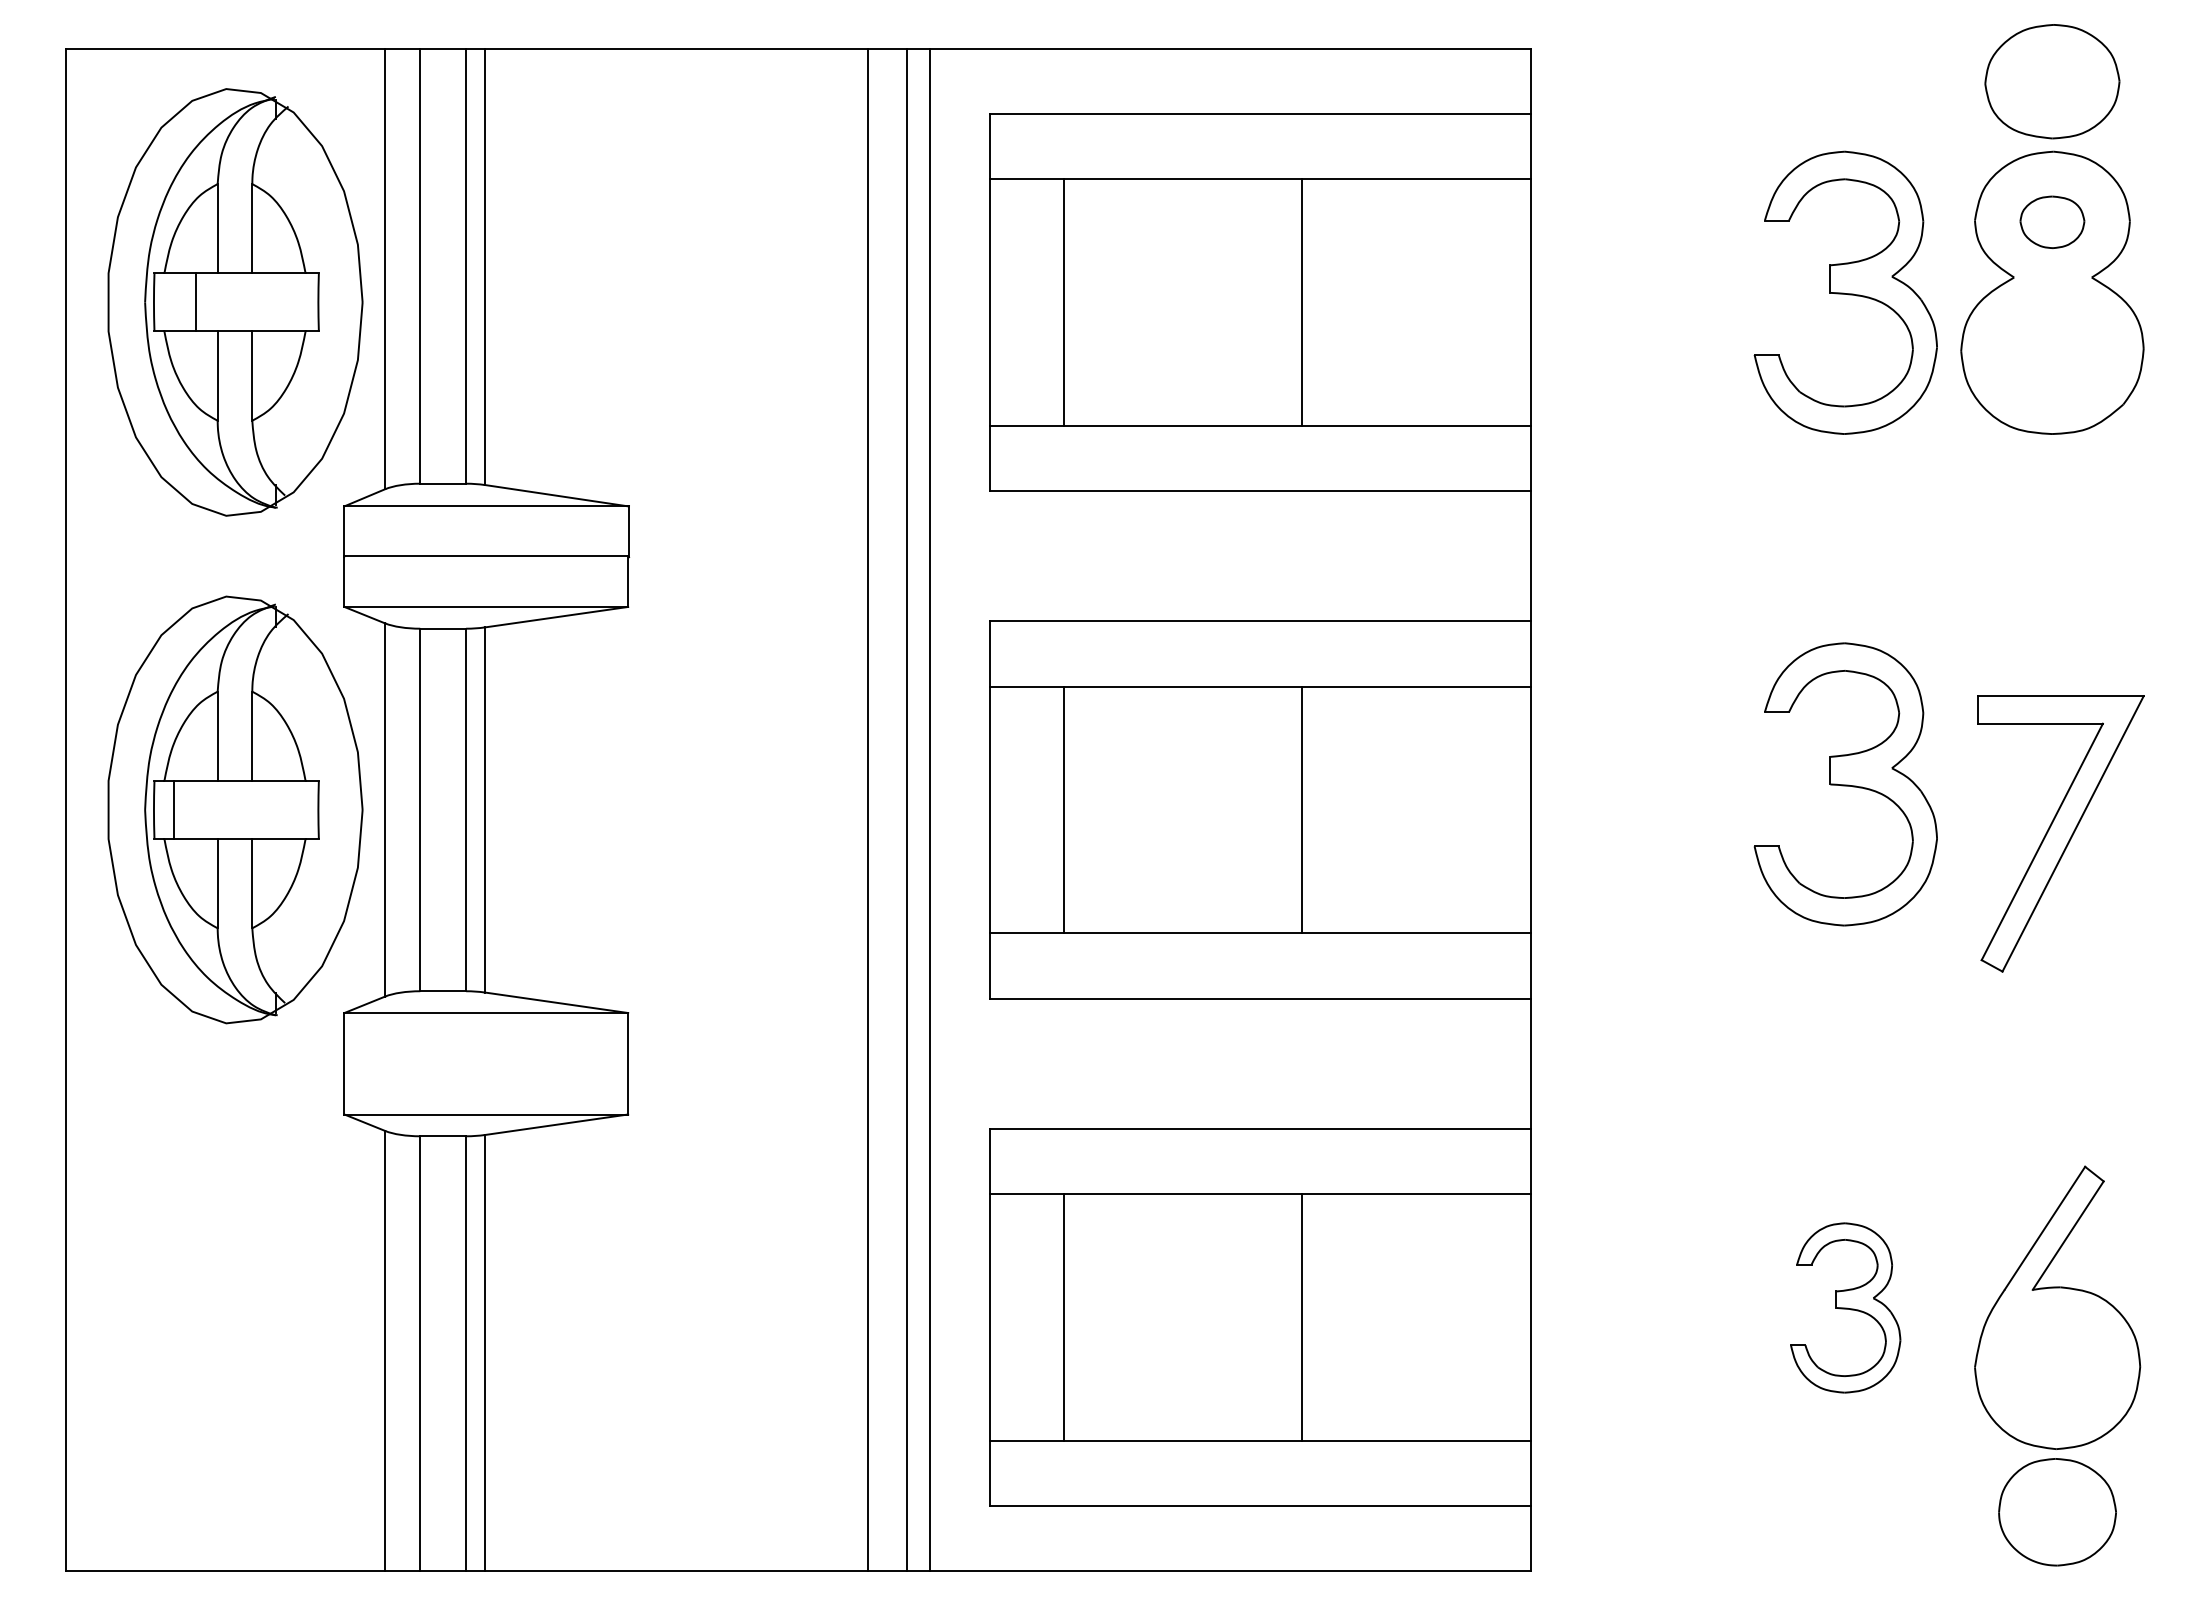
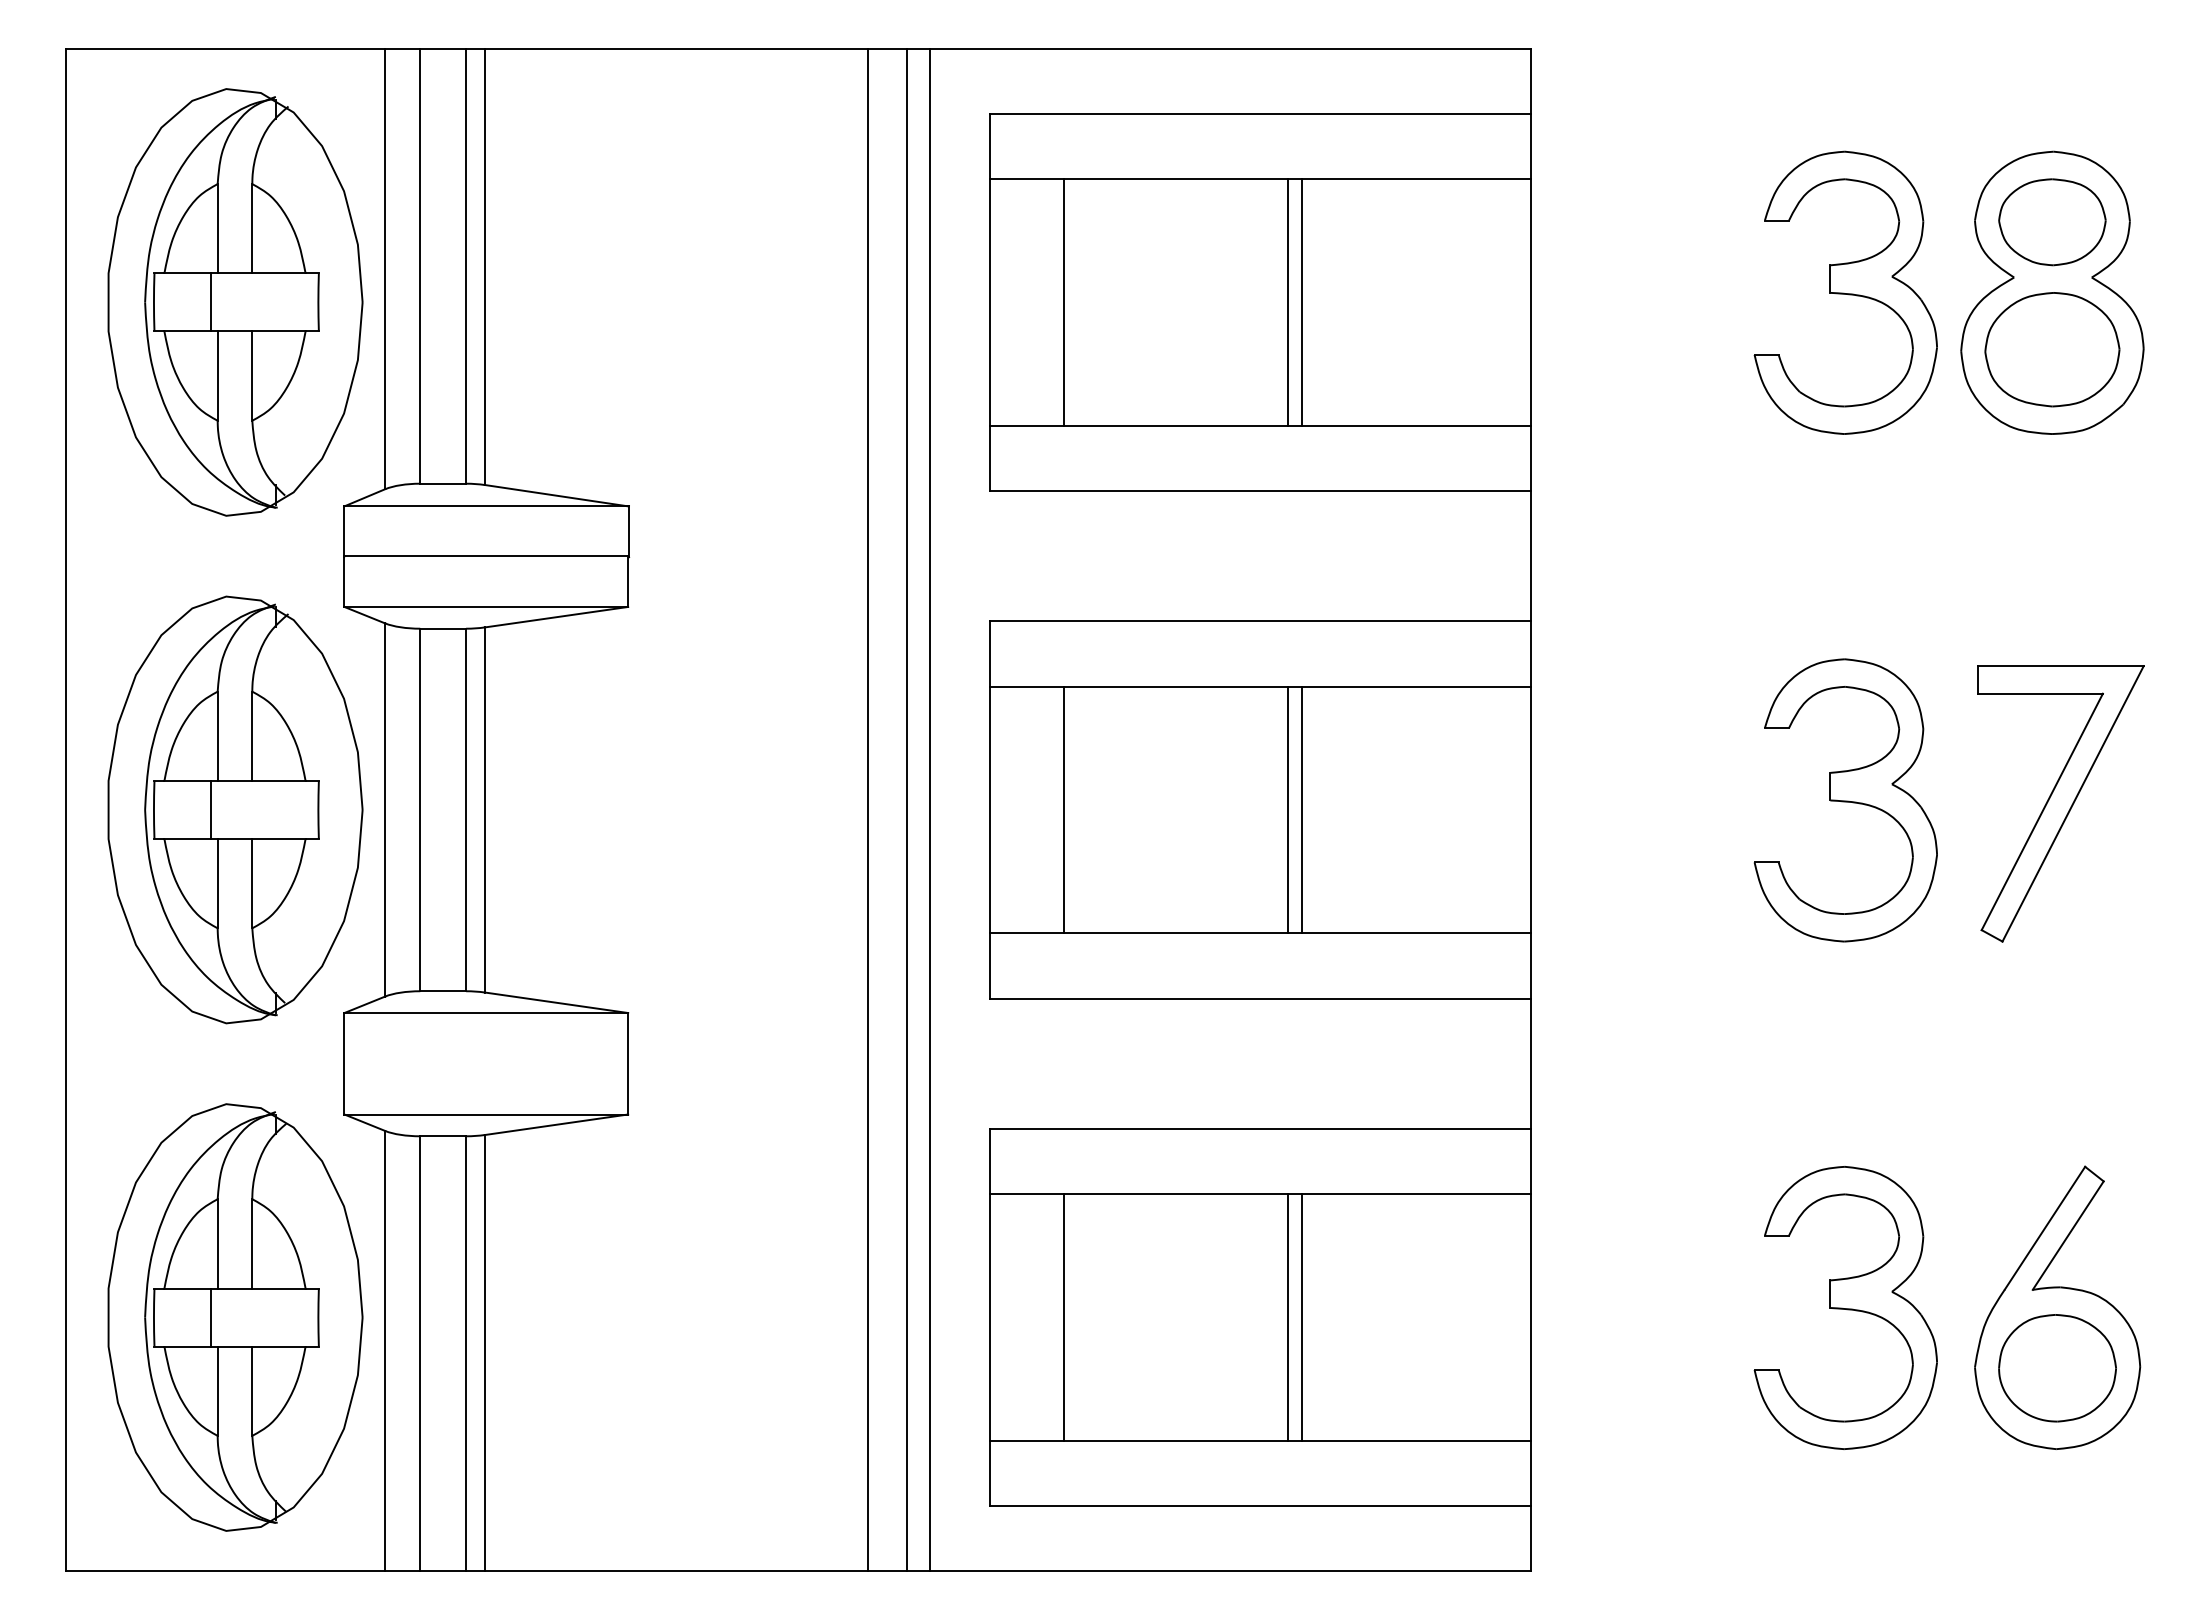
part at (2052, 81) position: (2052, 81) -> (2052, 349)
part at (2052, 221) size: 67x54 px -> 109x89 px
line at (195, 302) position: (195, 302) -> (210, 302)
line at (1287, 302): none -> present
part at (1845, 784) position: (1845, 784) -> (1845, 800)
line at (173, 809) position: (173, 809) -> (210, 809)
line at (1287, 809): none -> present
part at (2060, 833) position: (2060, 833) -> (2060, 803)
part at (1845, 1307) size: 112x172 px -> 185x284 px
part at (235, 1317): none -> present
line at (1287, 1317): none -> present
part at (2057, 1512) position: (2057, 1512) -> (2057, 1368)
